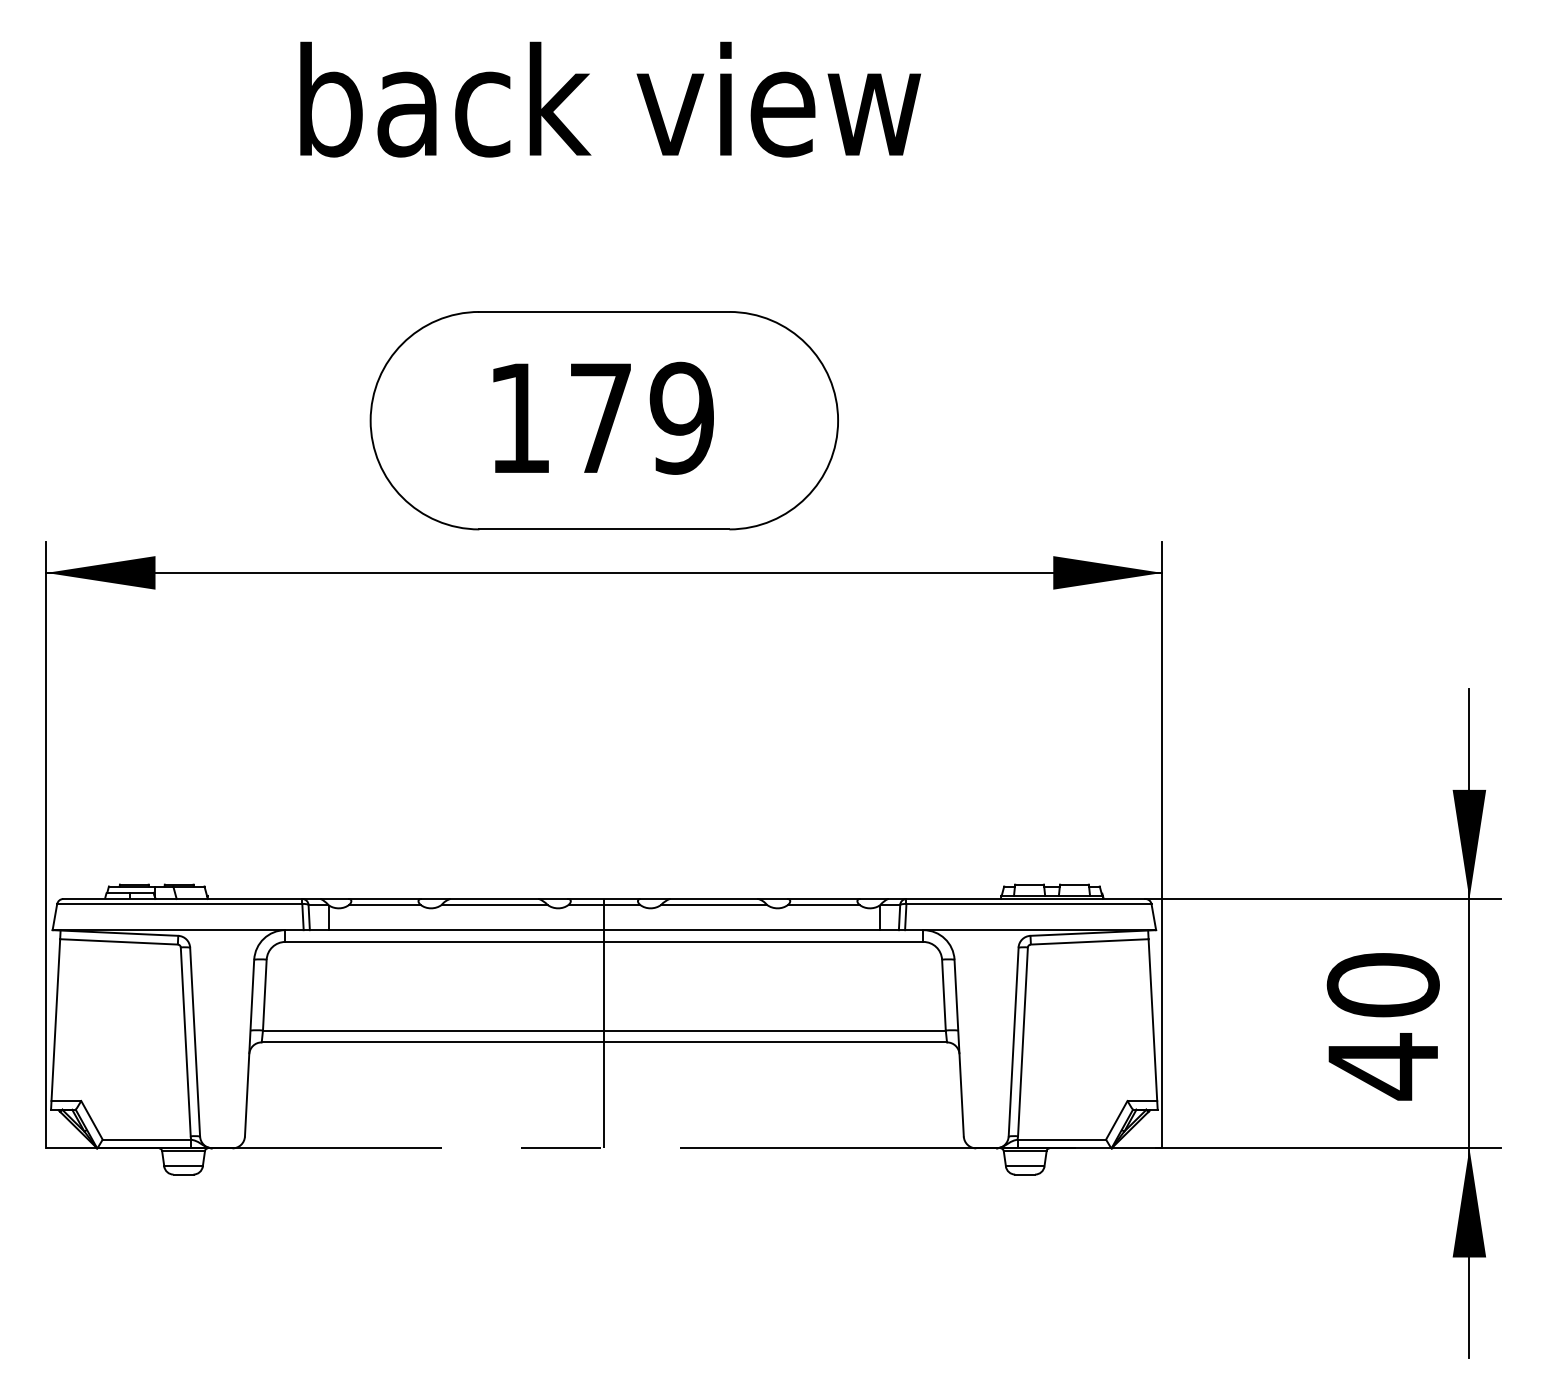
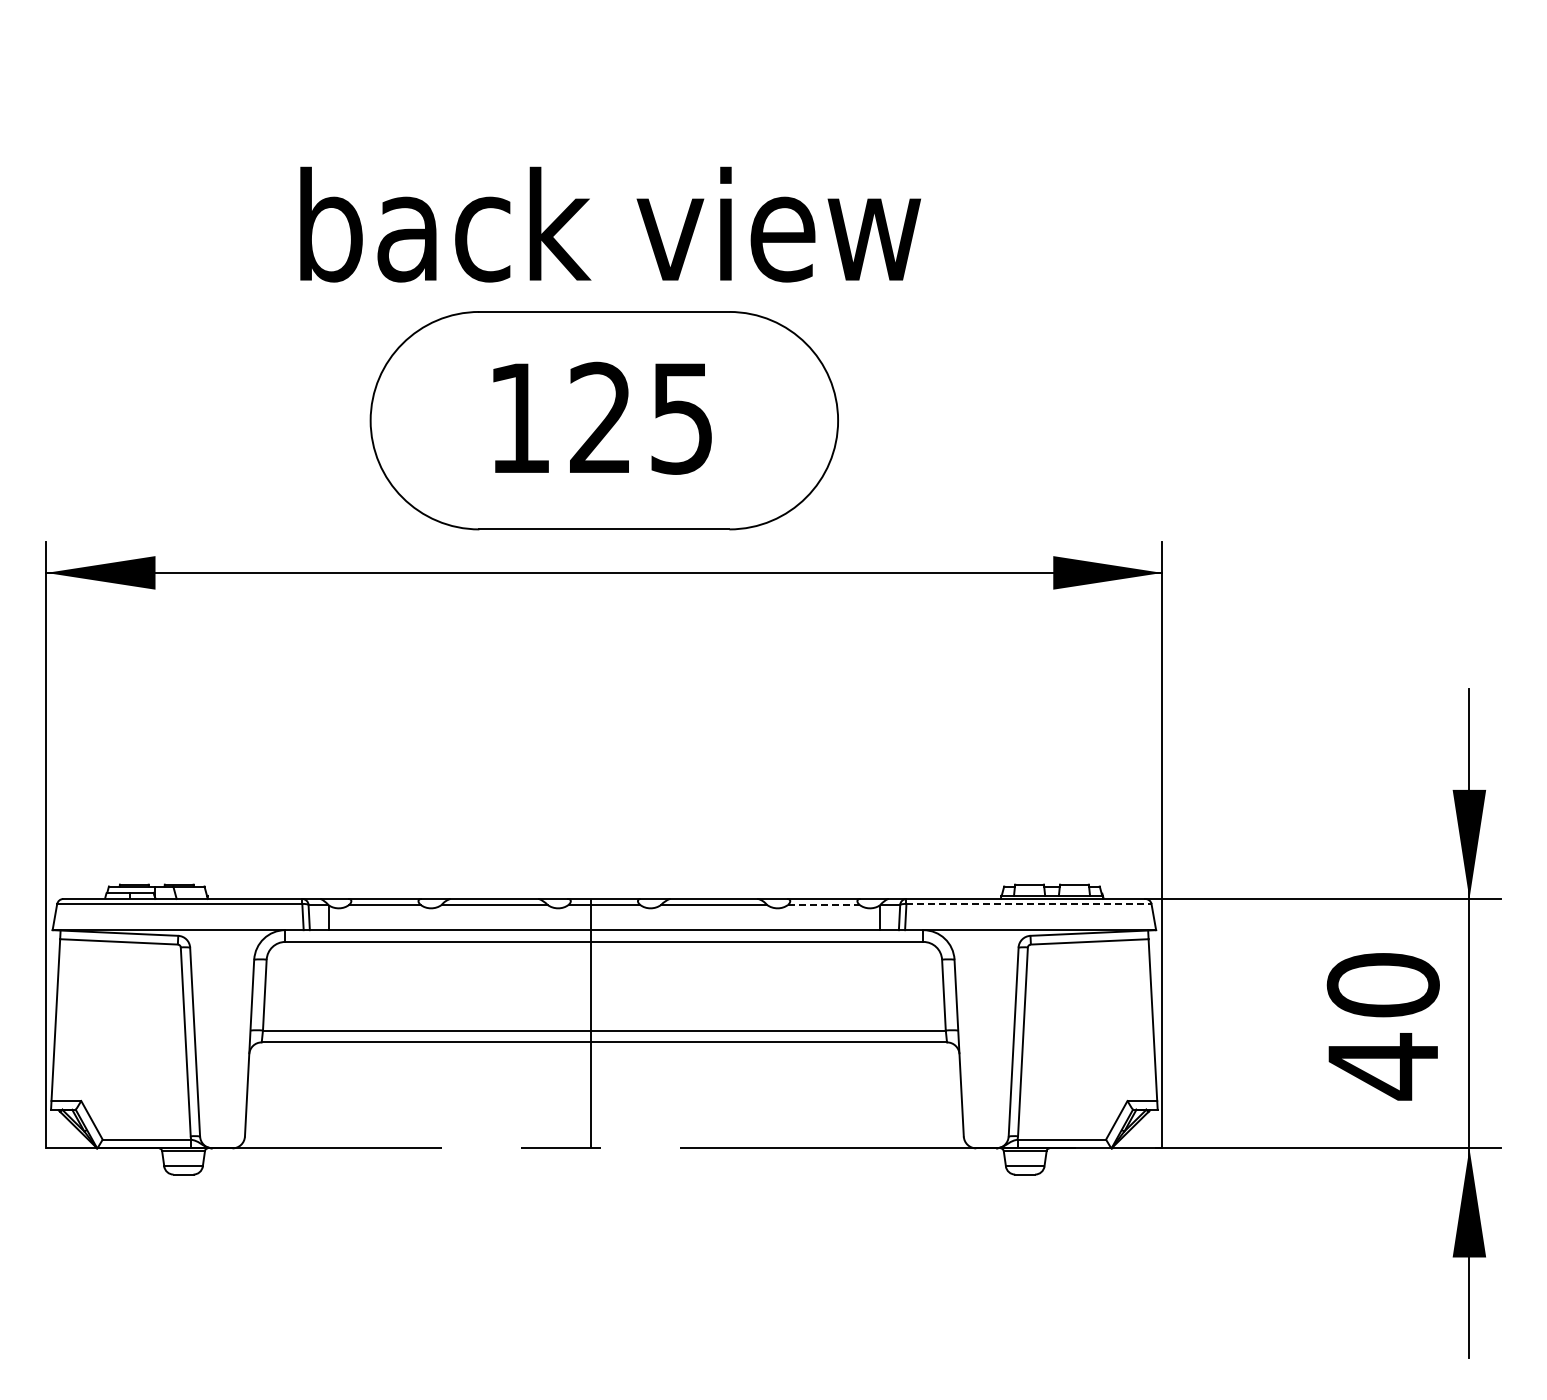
text at (610, 99) position: (610, 99) -> (610, 224)
text at (641, 417): 179 -> 125
line at (823, 904): solid -> dashed
line at (1028, 904): solid -> dashed
line at (604, 1023) position: (604, 1023) -> (591, 1023)
